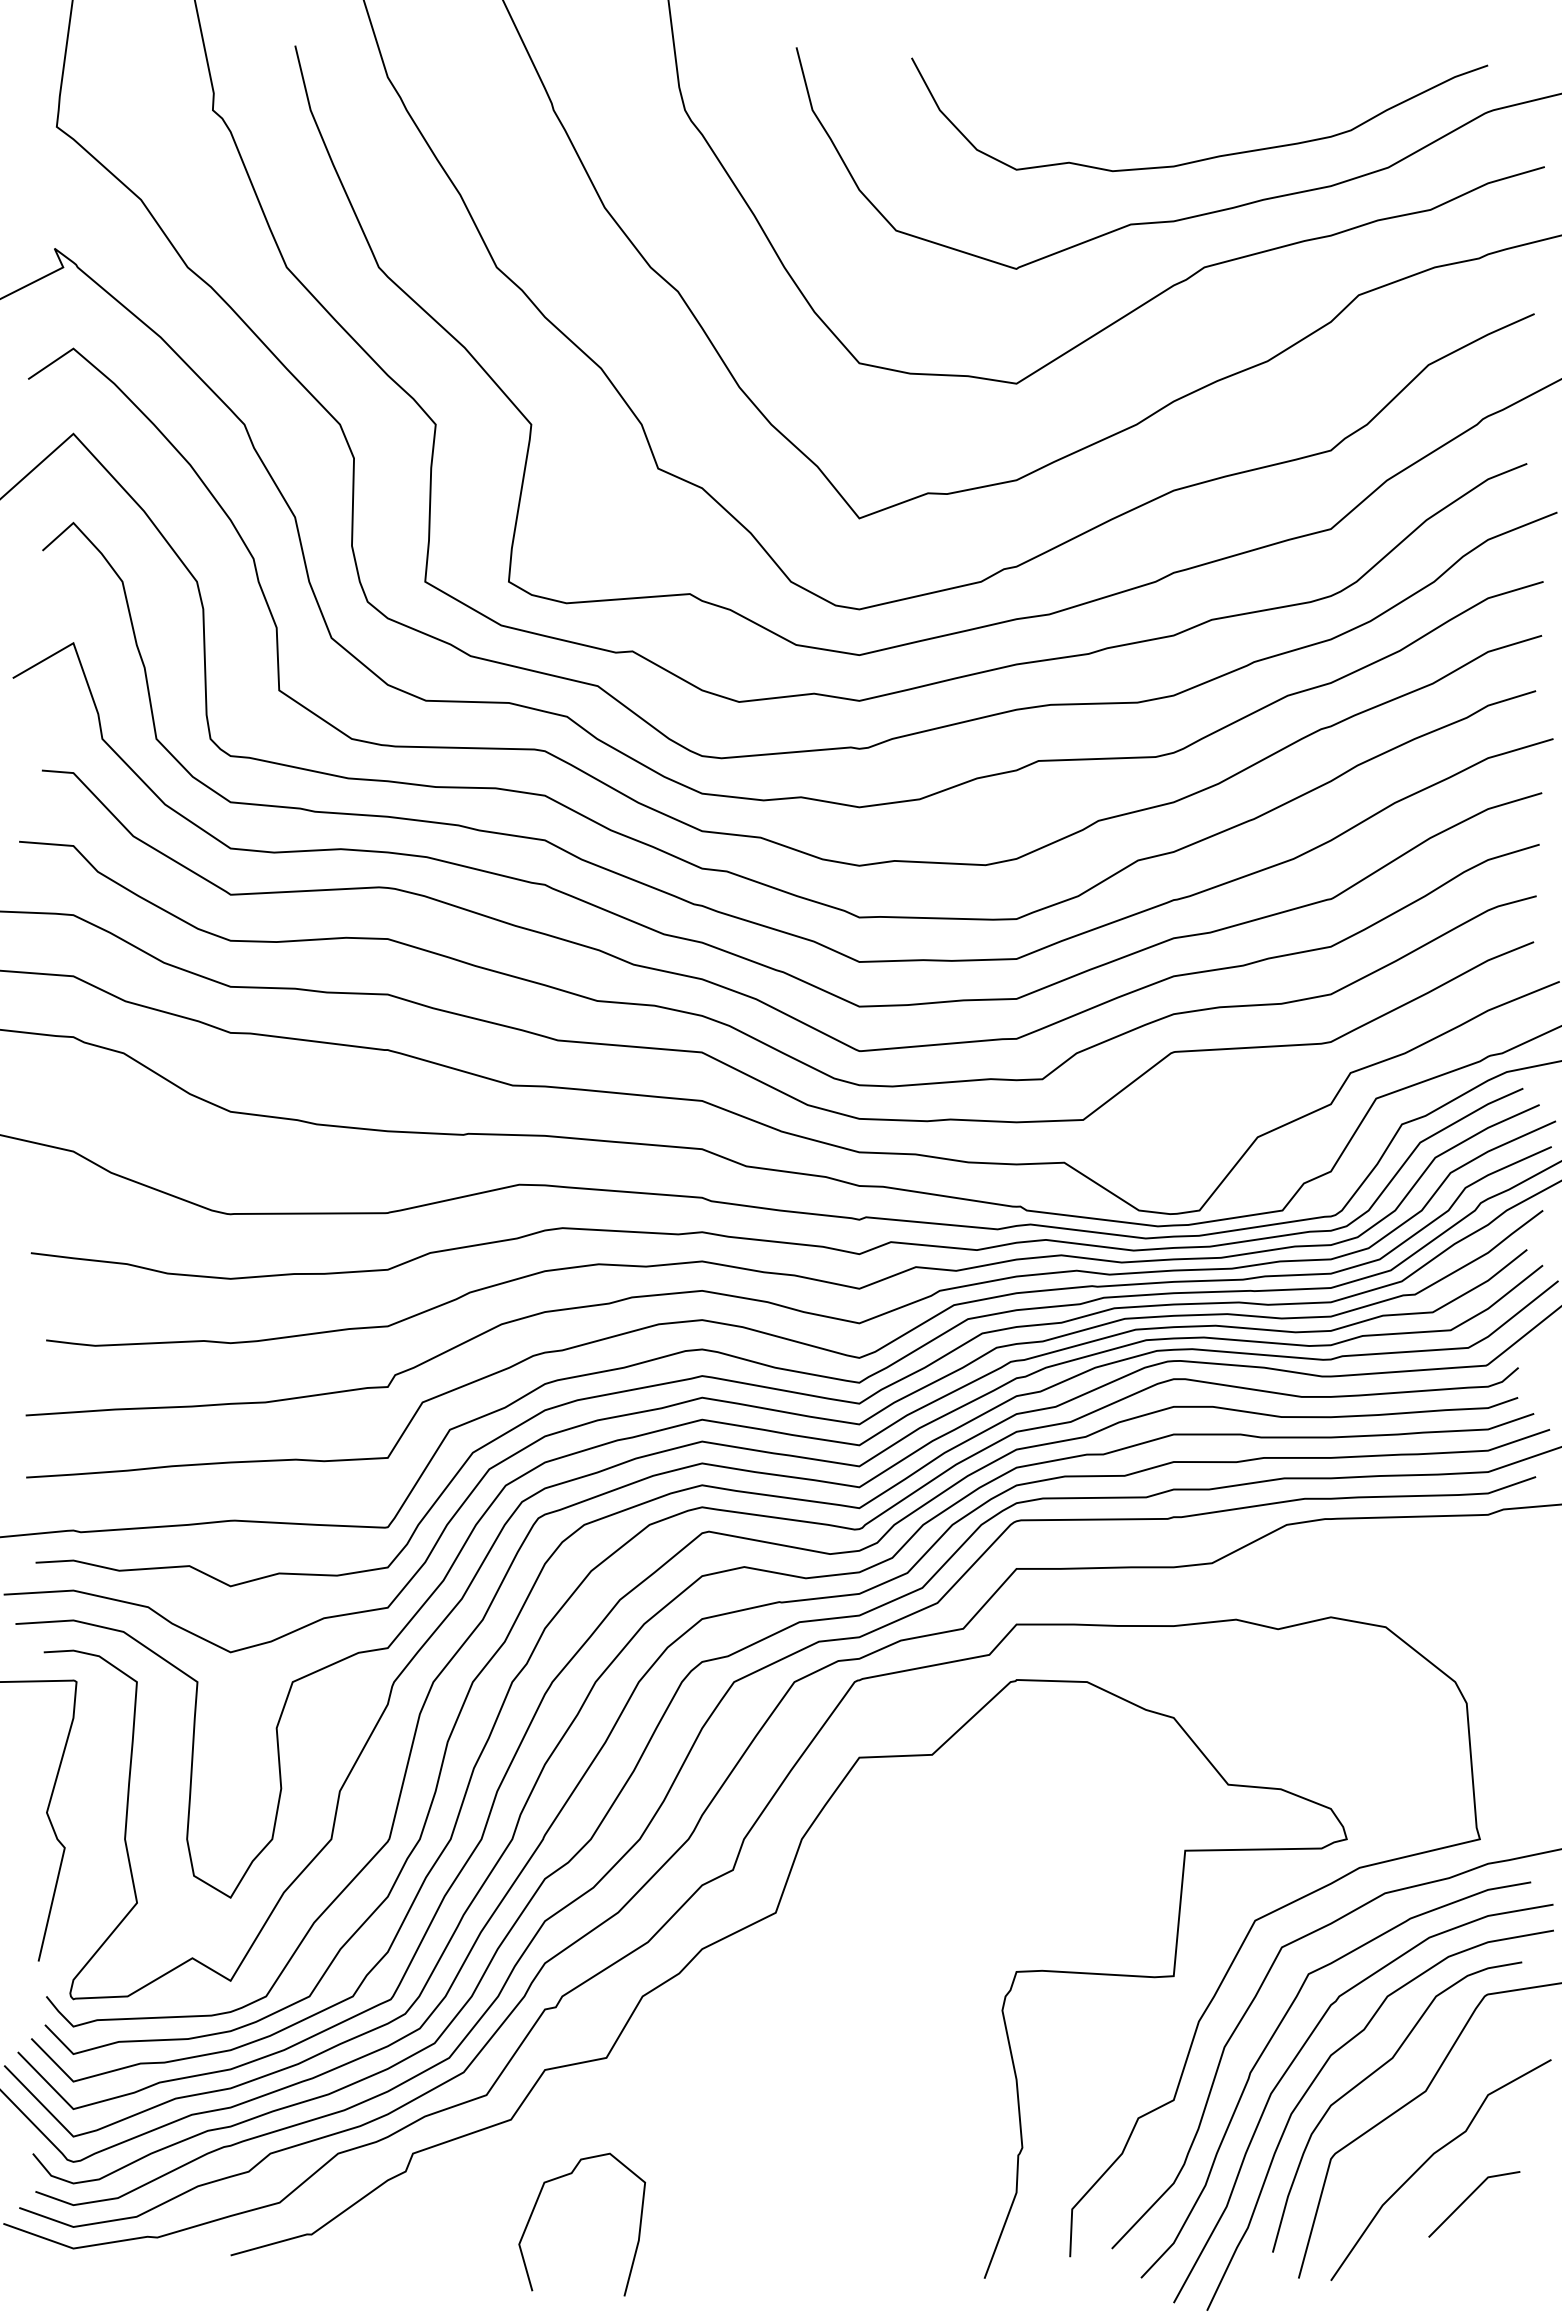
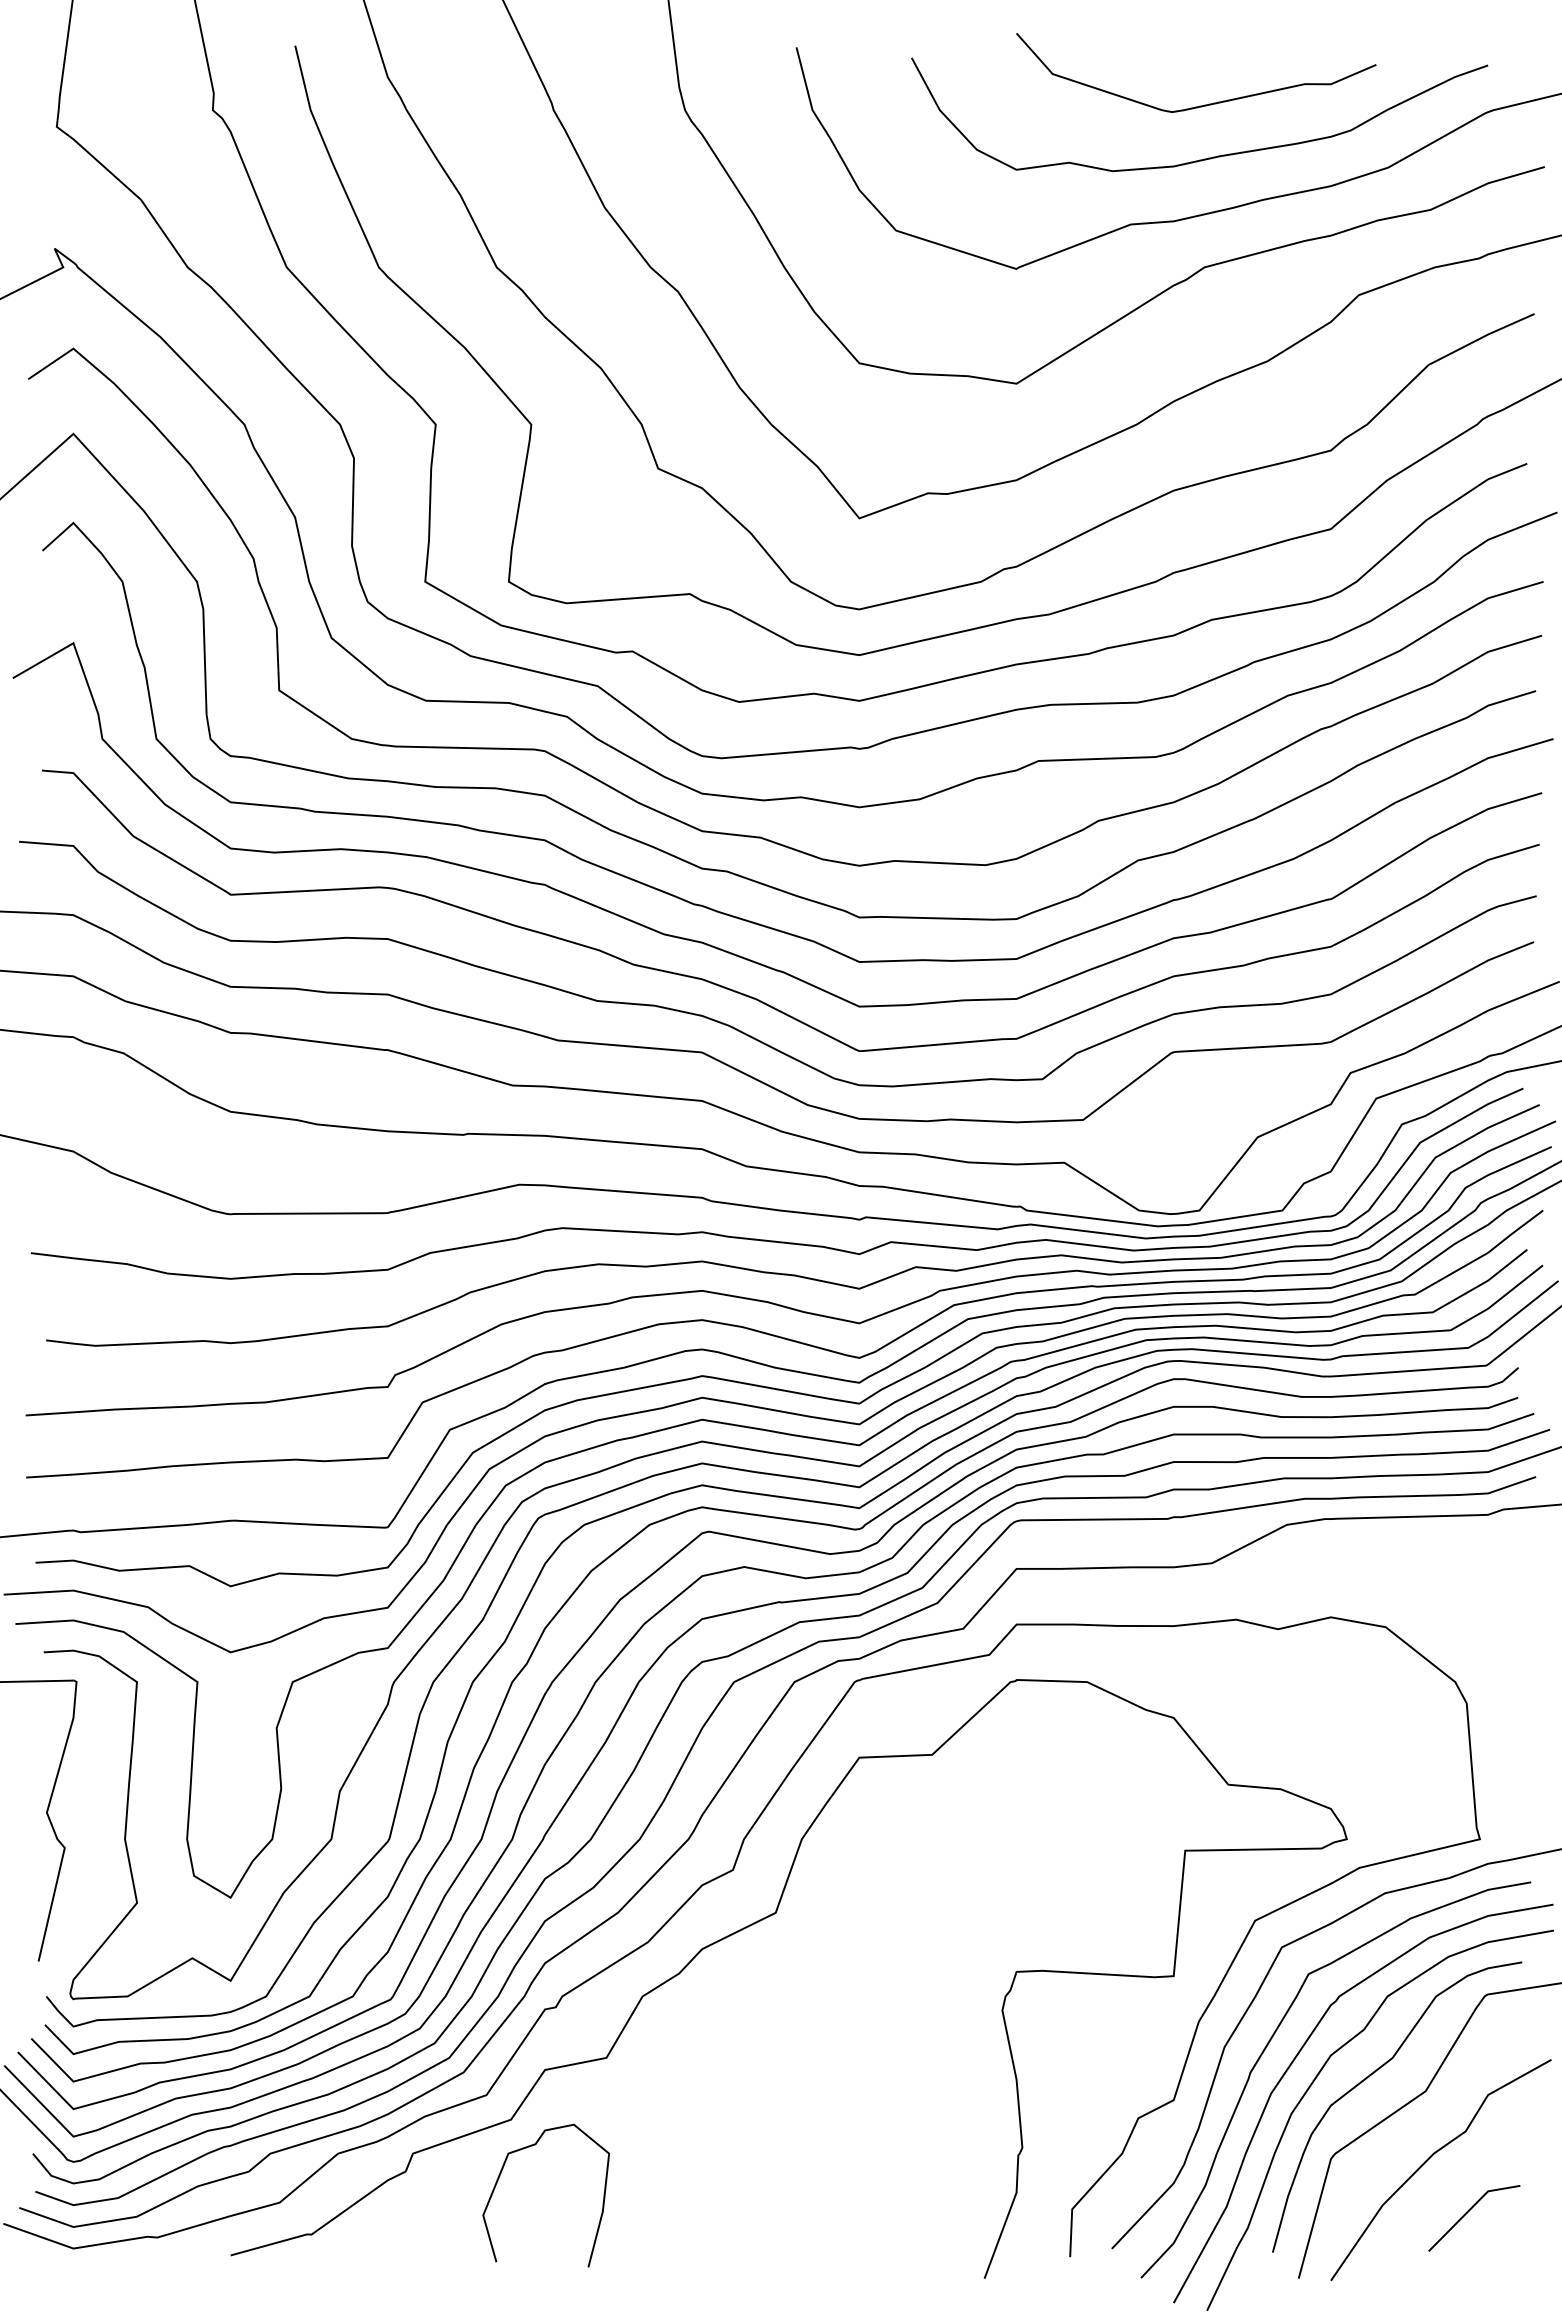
curve at (1204, 104): none -> present
line at (1468, 2198) position: (1468, 2198) -> (1468, 2212)
curve at (536, 2205) position: (536, 2205) -> (500, 2176)
